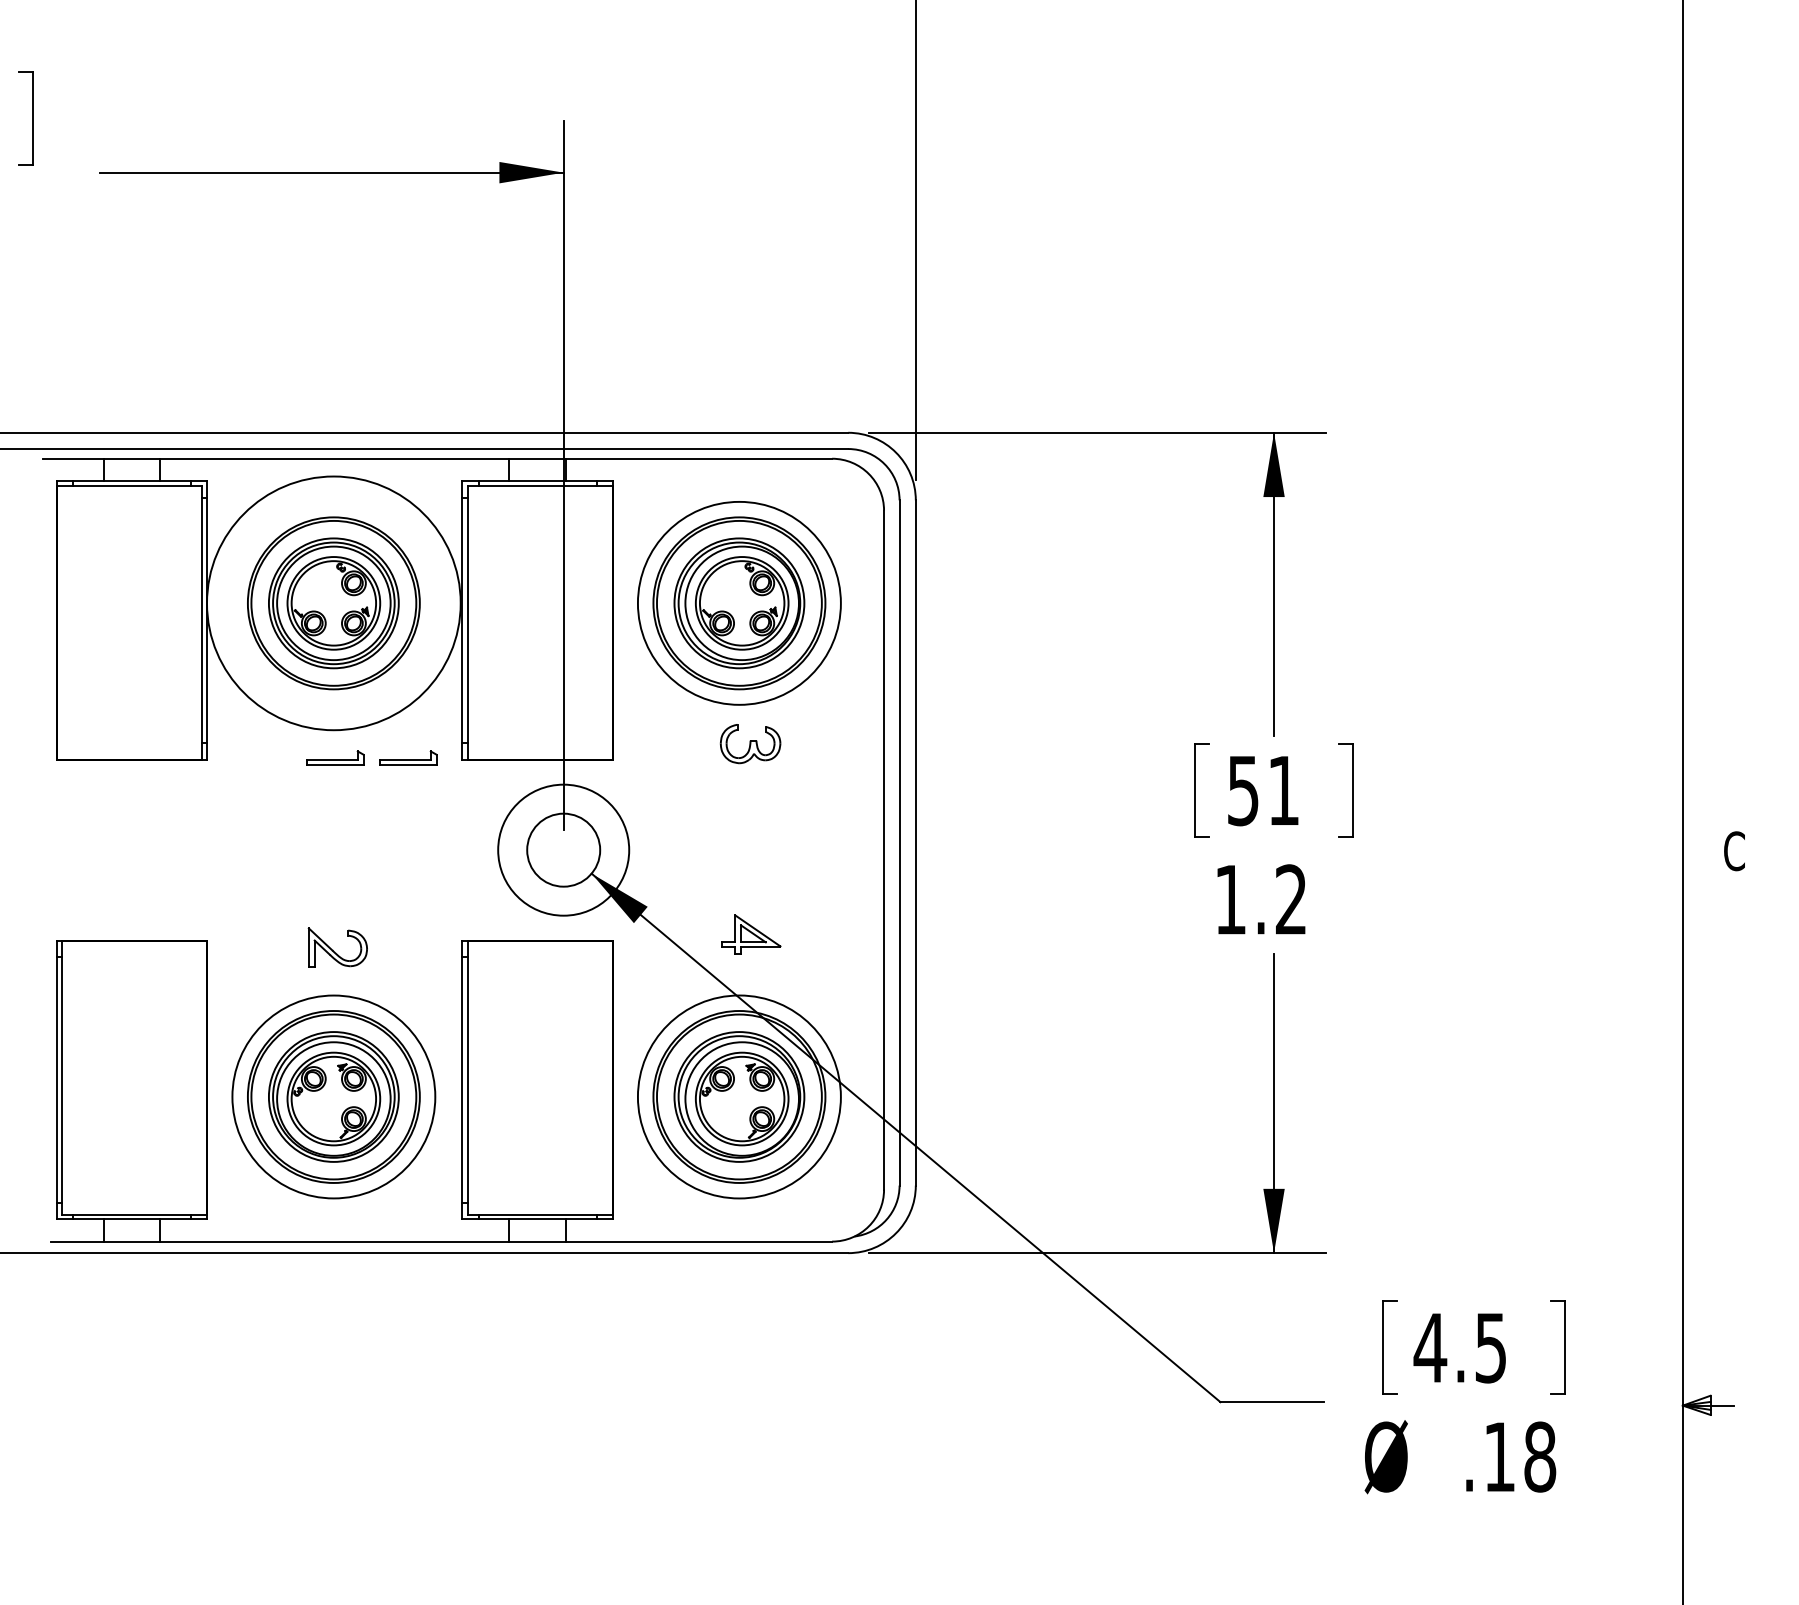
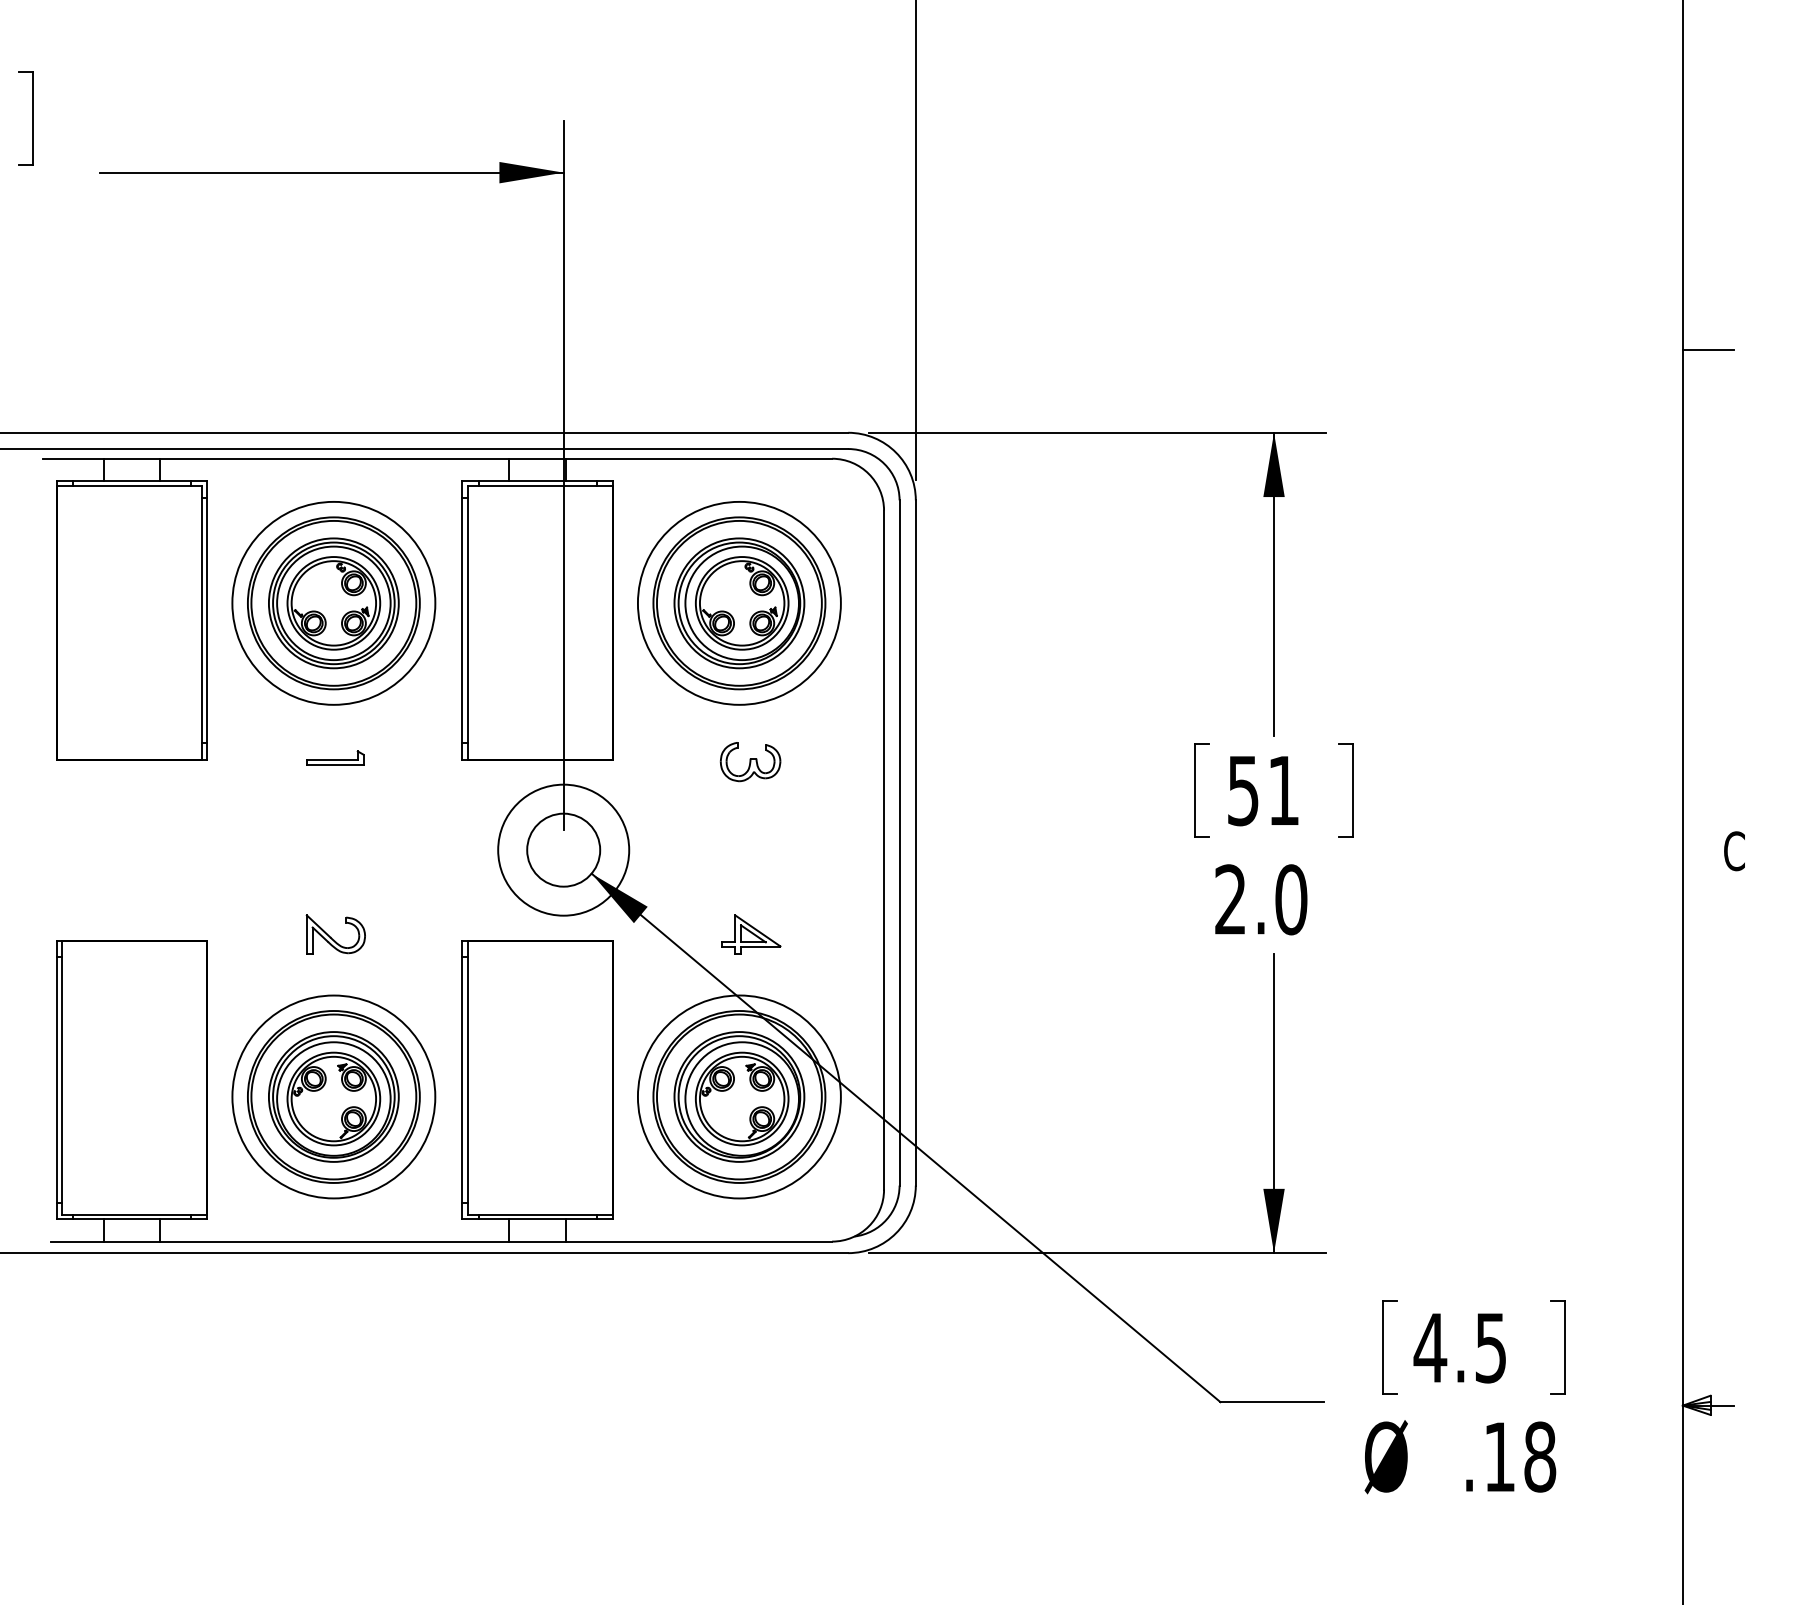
line at (1708, 349): none -> present
circle at (333, 603) diameter: 254 px -> 203 px
part at (750, 744) position: (750, 744) -> (750, 762)
part at (408, 757): present -> none
text at (1261, 899): 1.2 -> 2.0
part at (337, 947) position: (337, 947) -> (335, 934)
